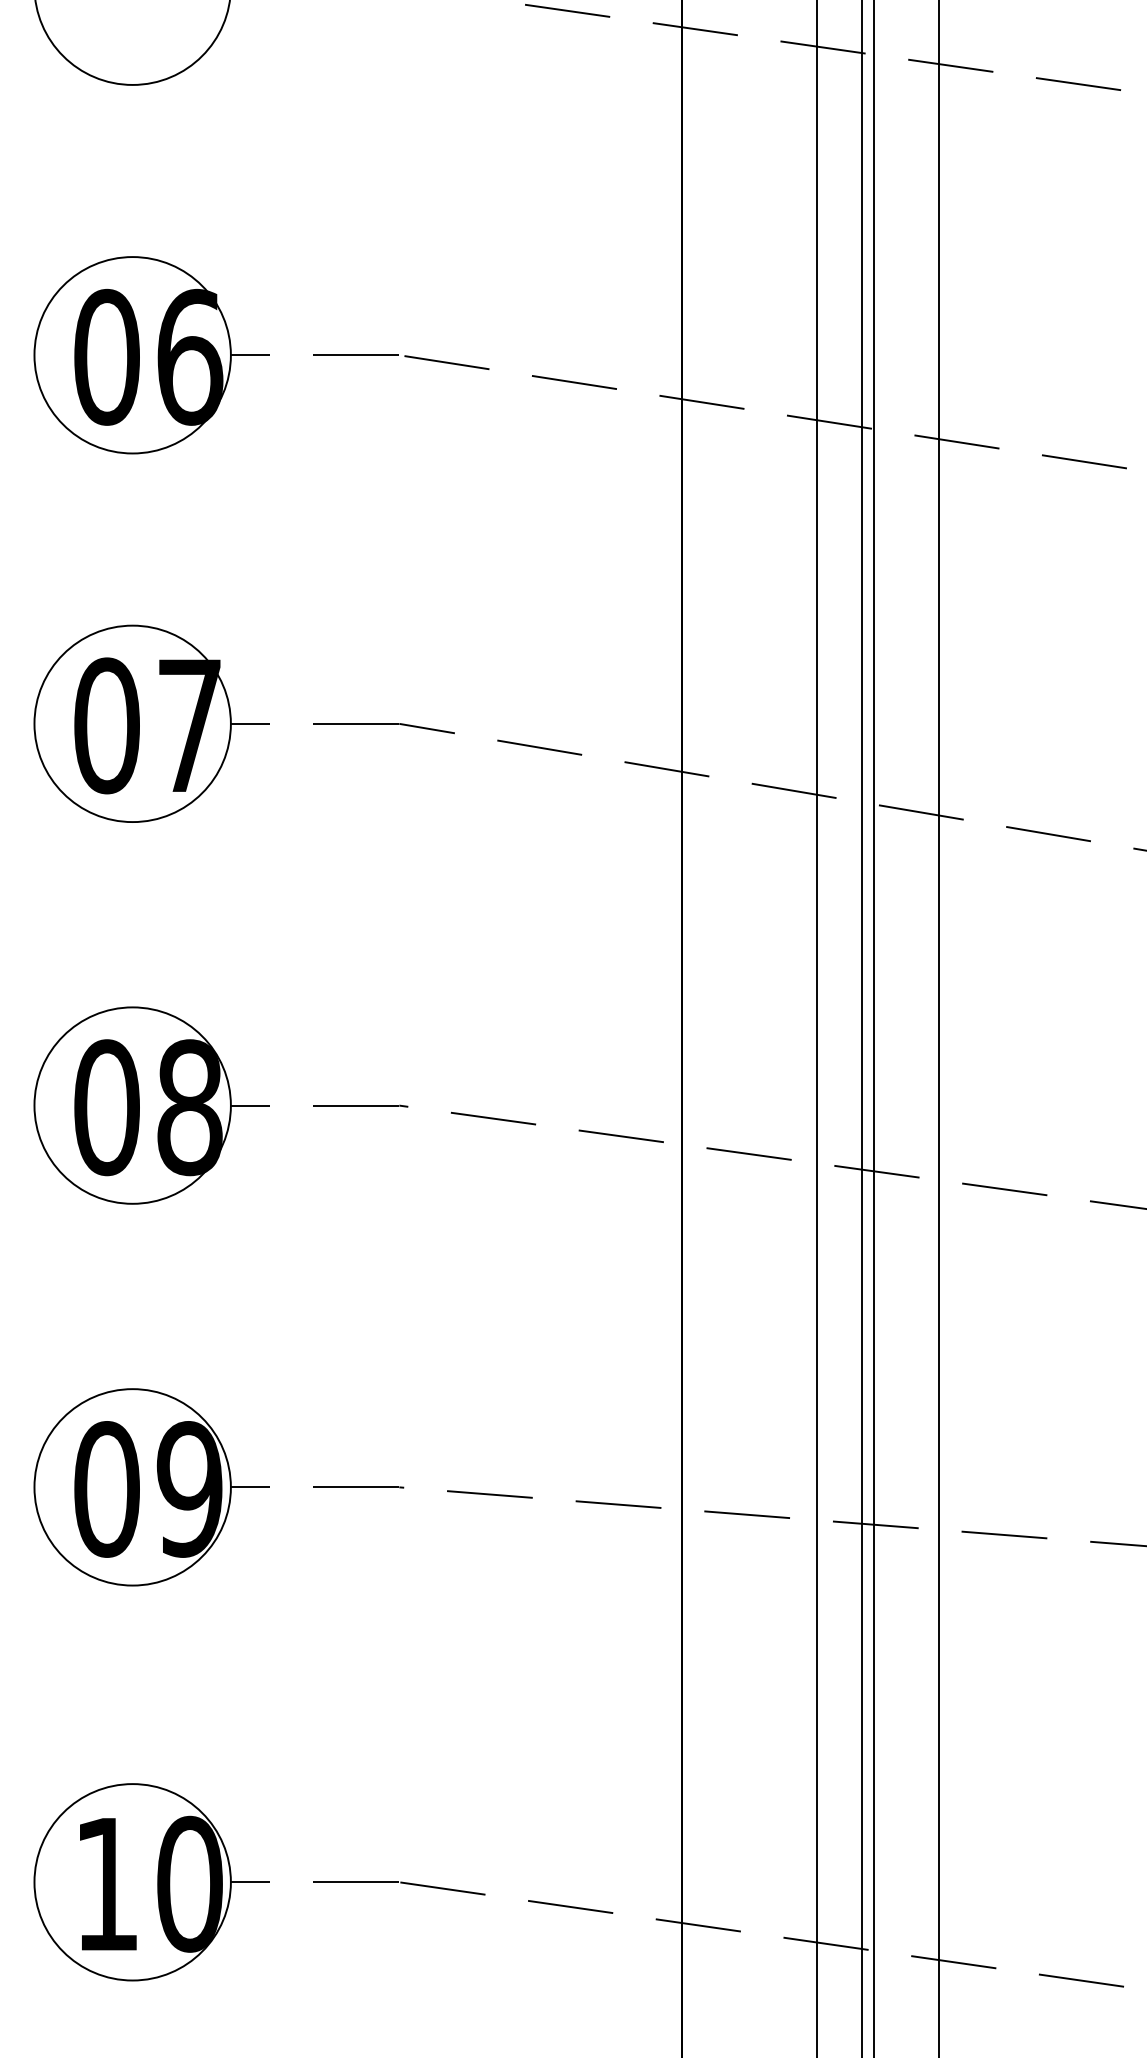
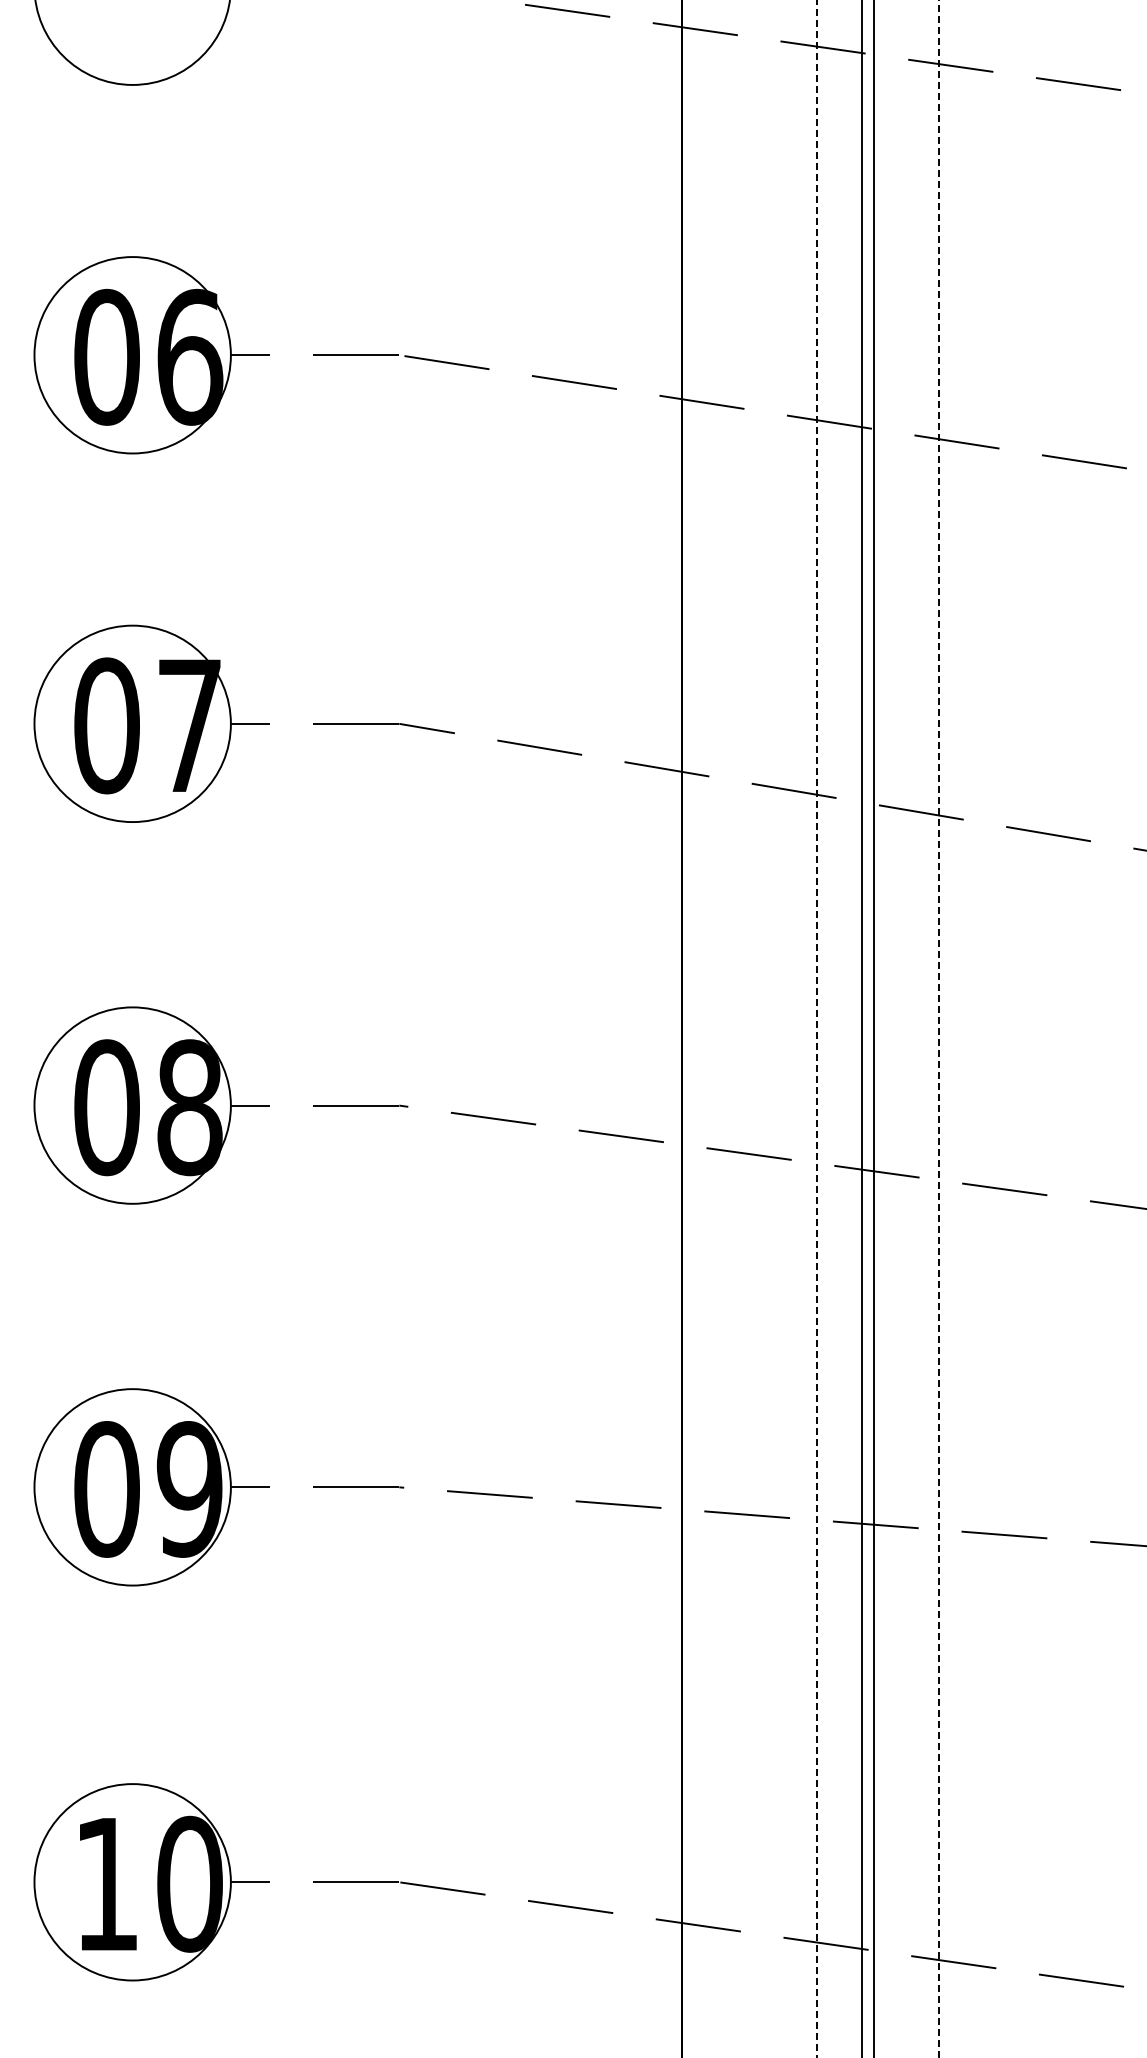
line at (817, 1028): solid -> dashed
line at (939, 1028): solid -> dashed
